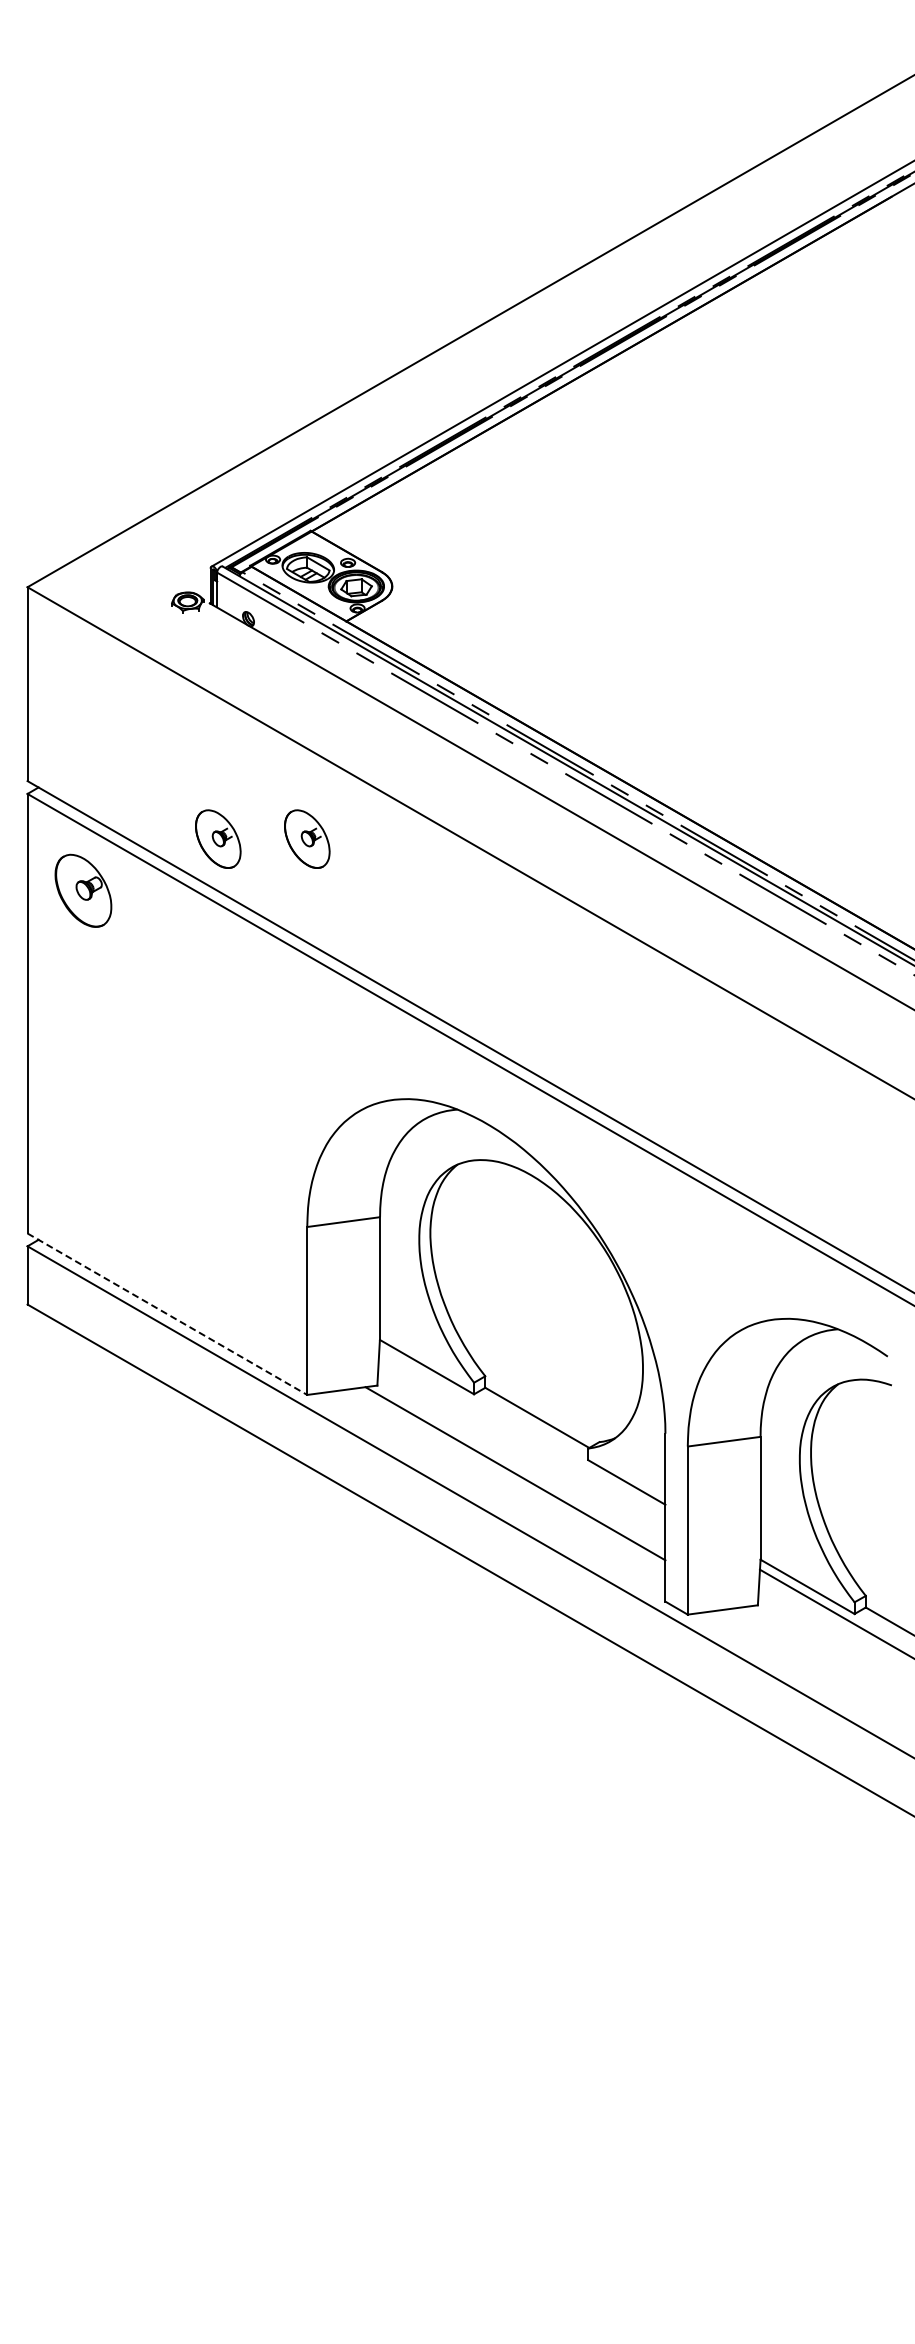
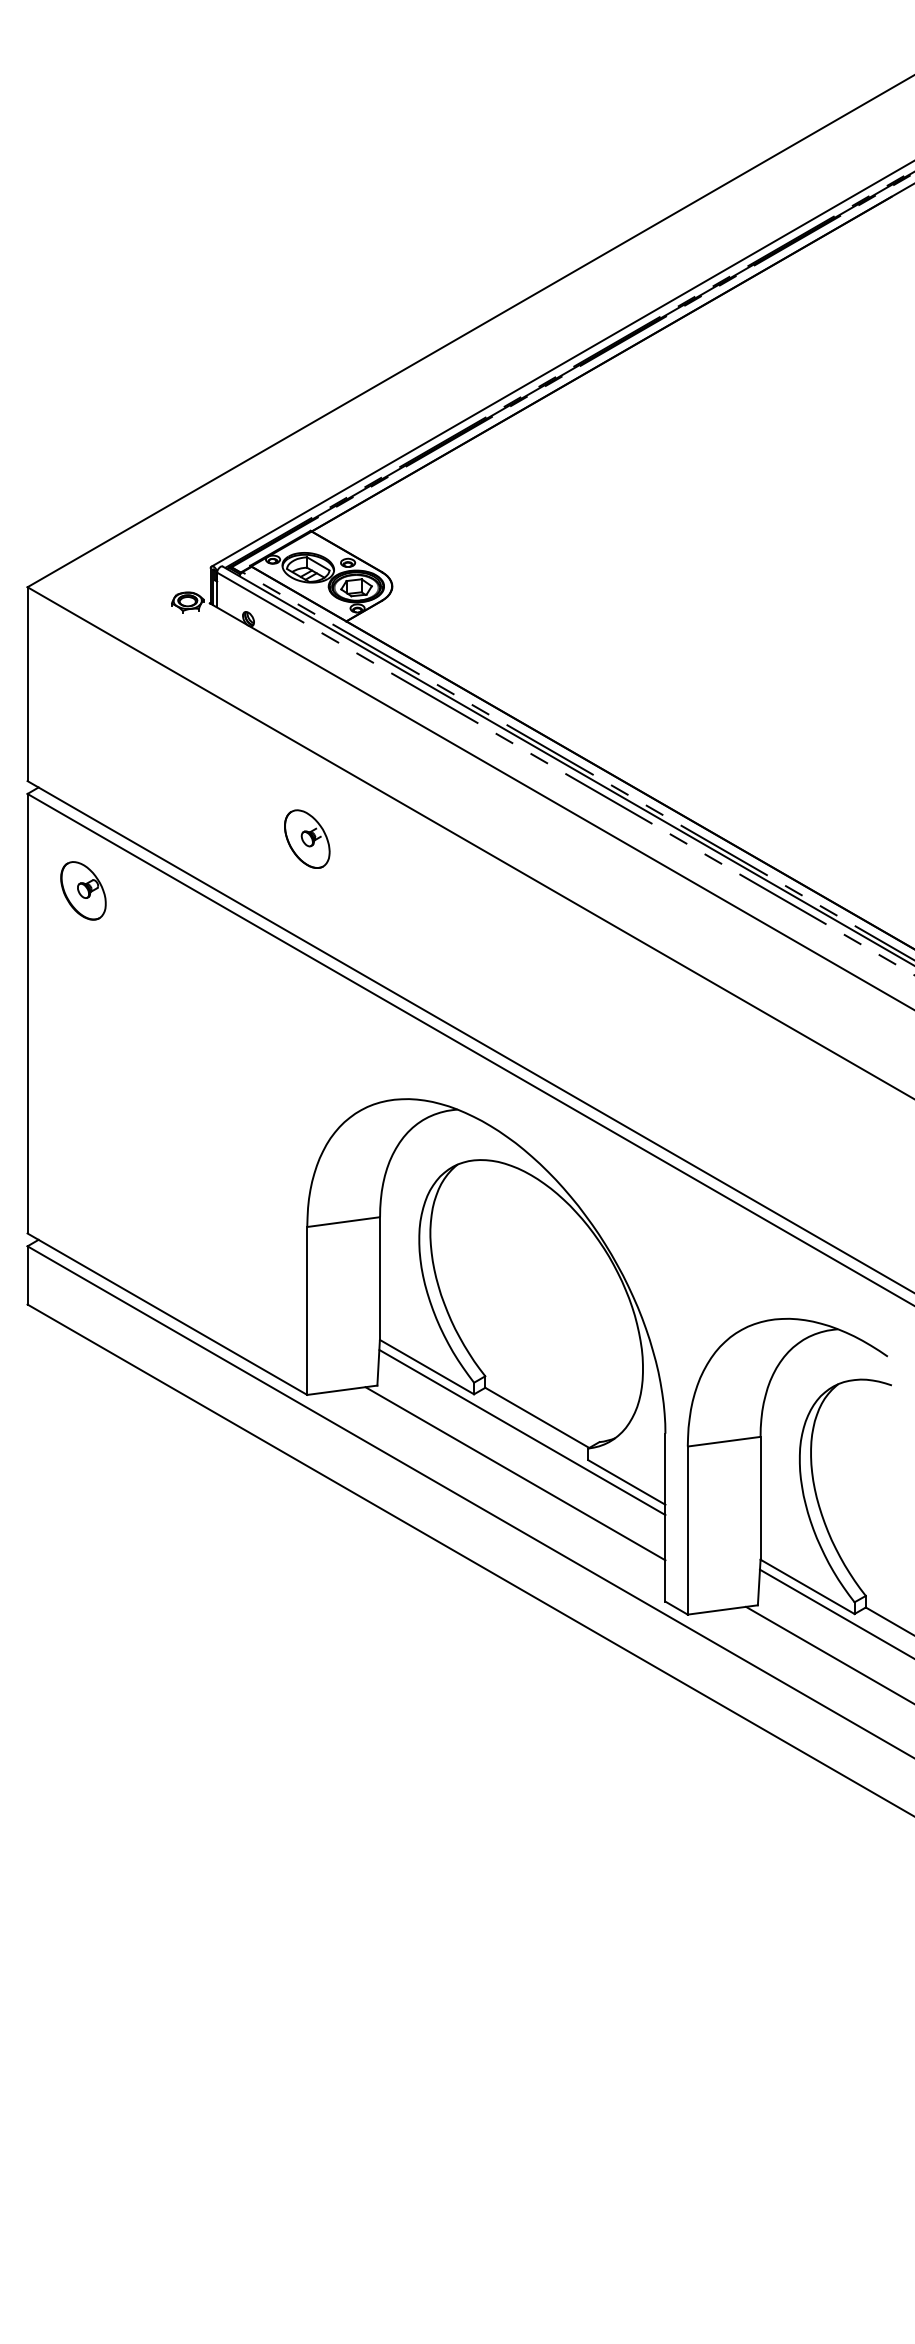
part at (218, 838): present -> none
part at (83, 890) size: 59x75 px -> 47x60 px
line at (167, 1314): dashed -> solid
line at (522, 1432): none -> present
line at (828, 1654): none -> present
